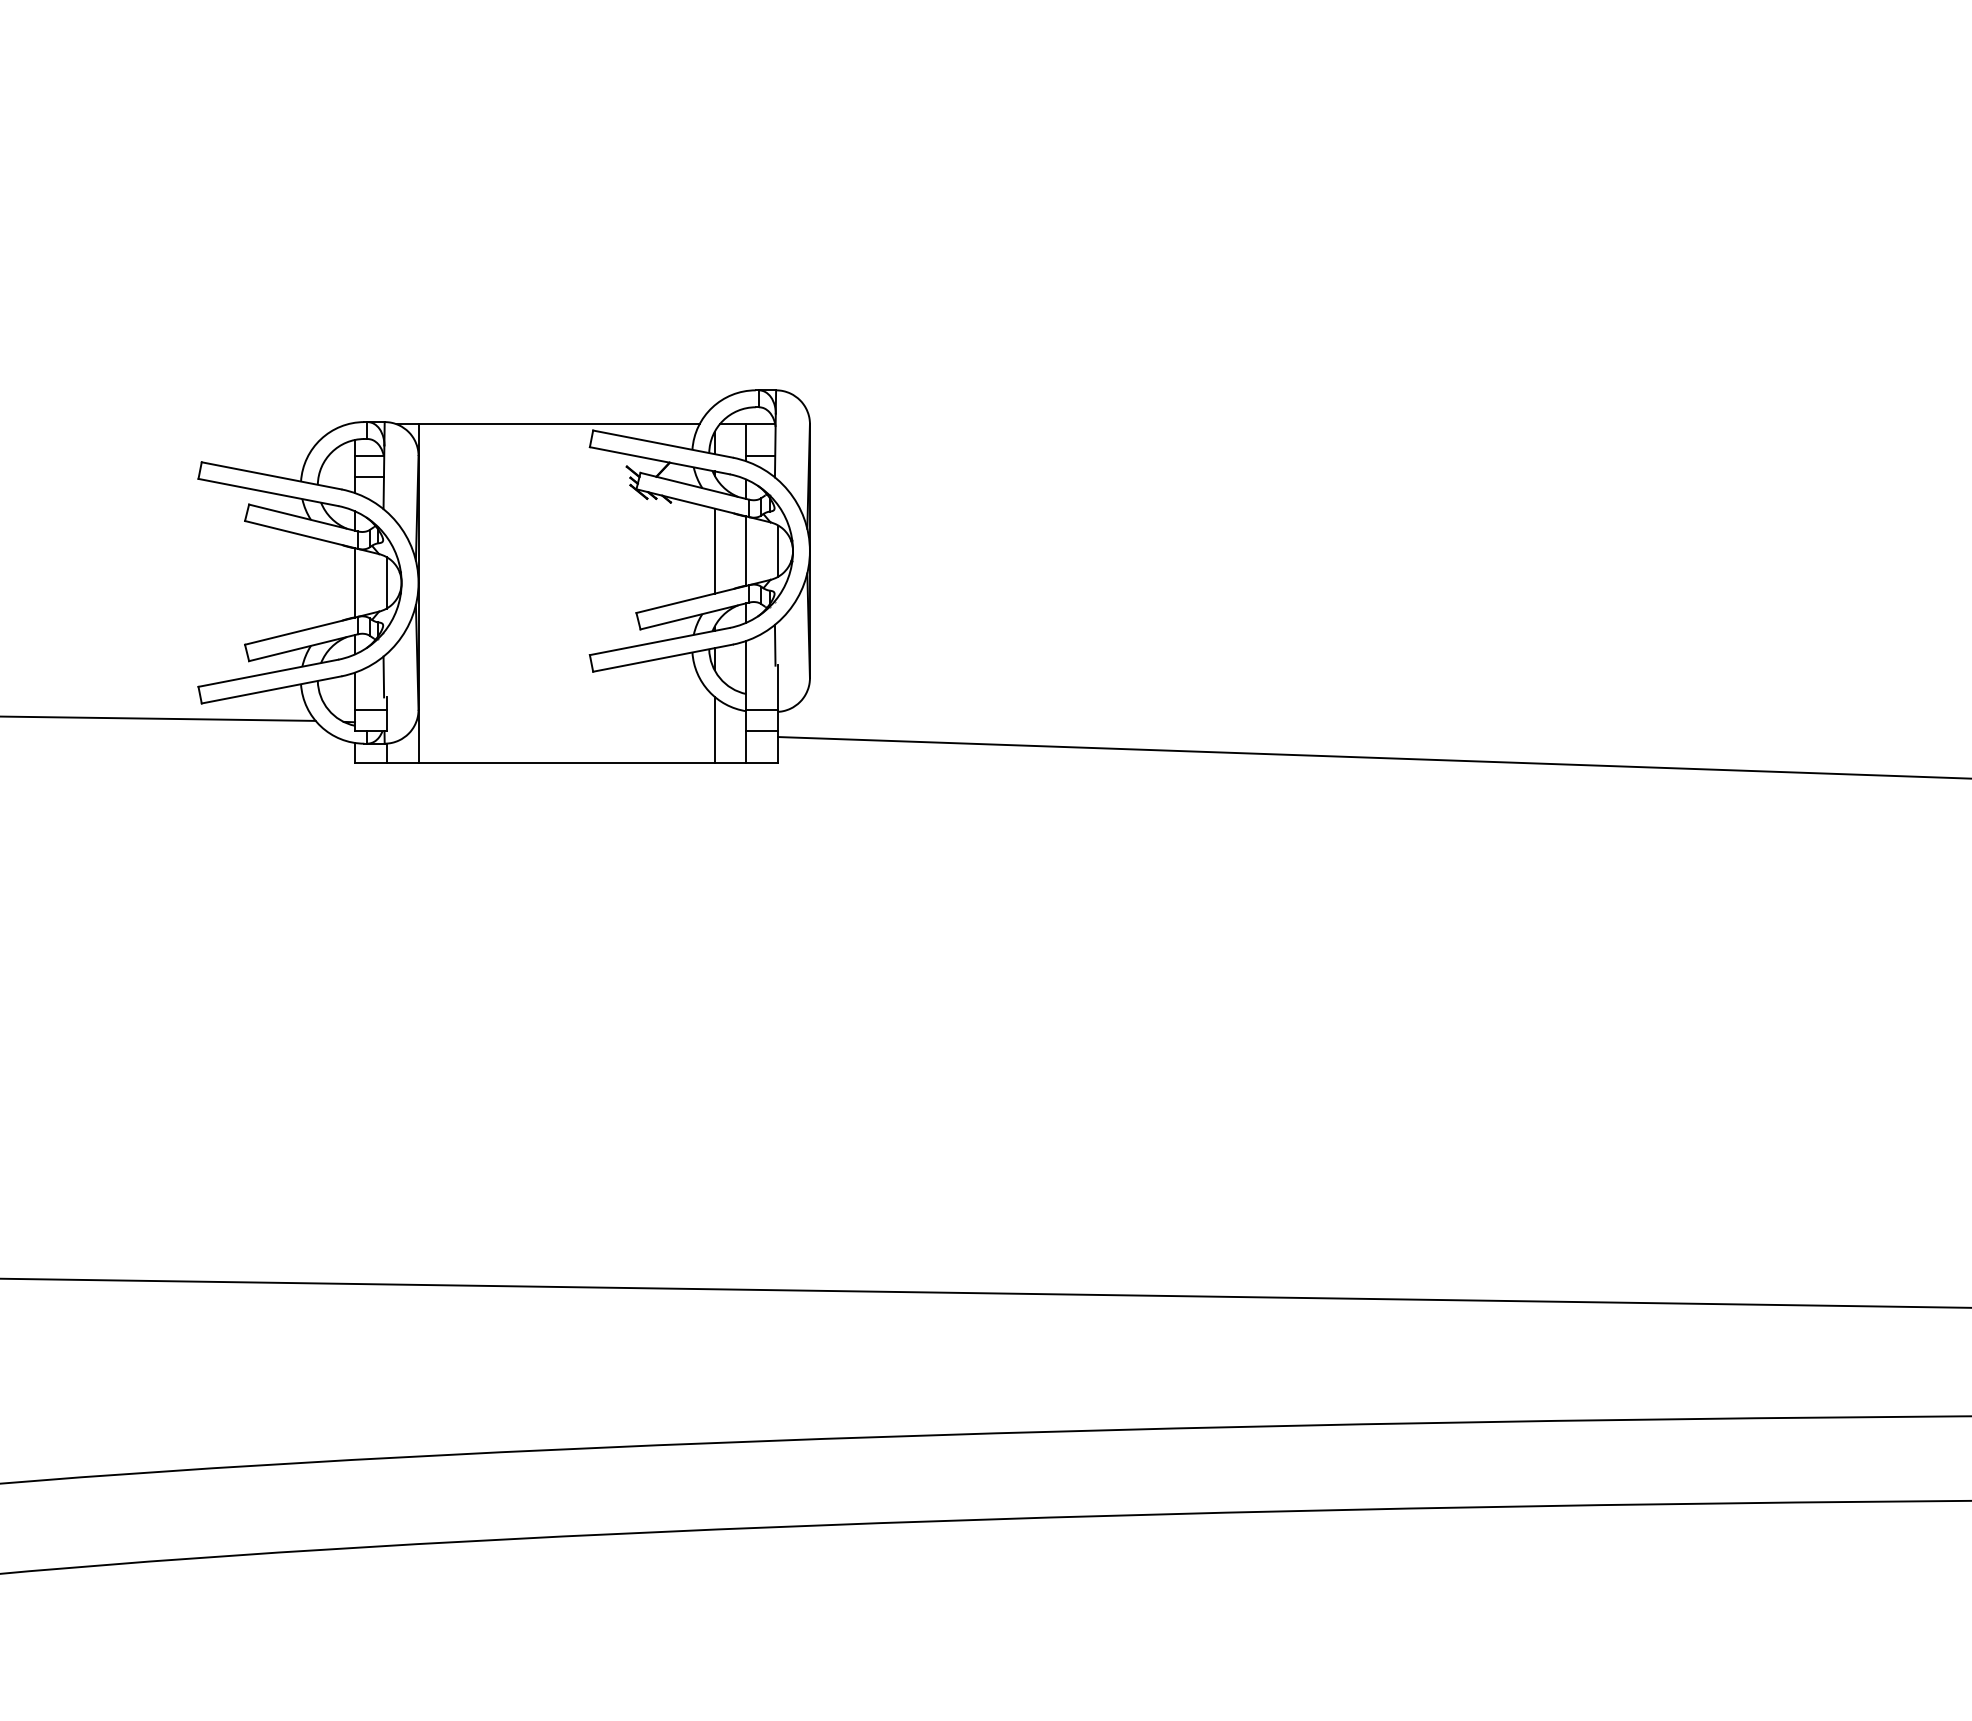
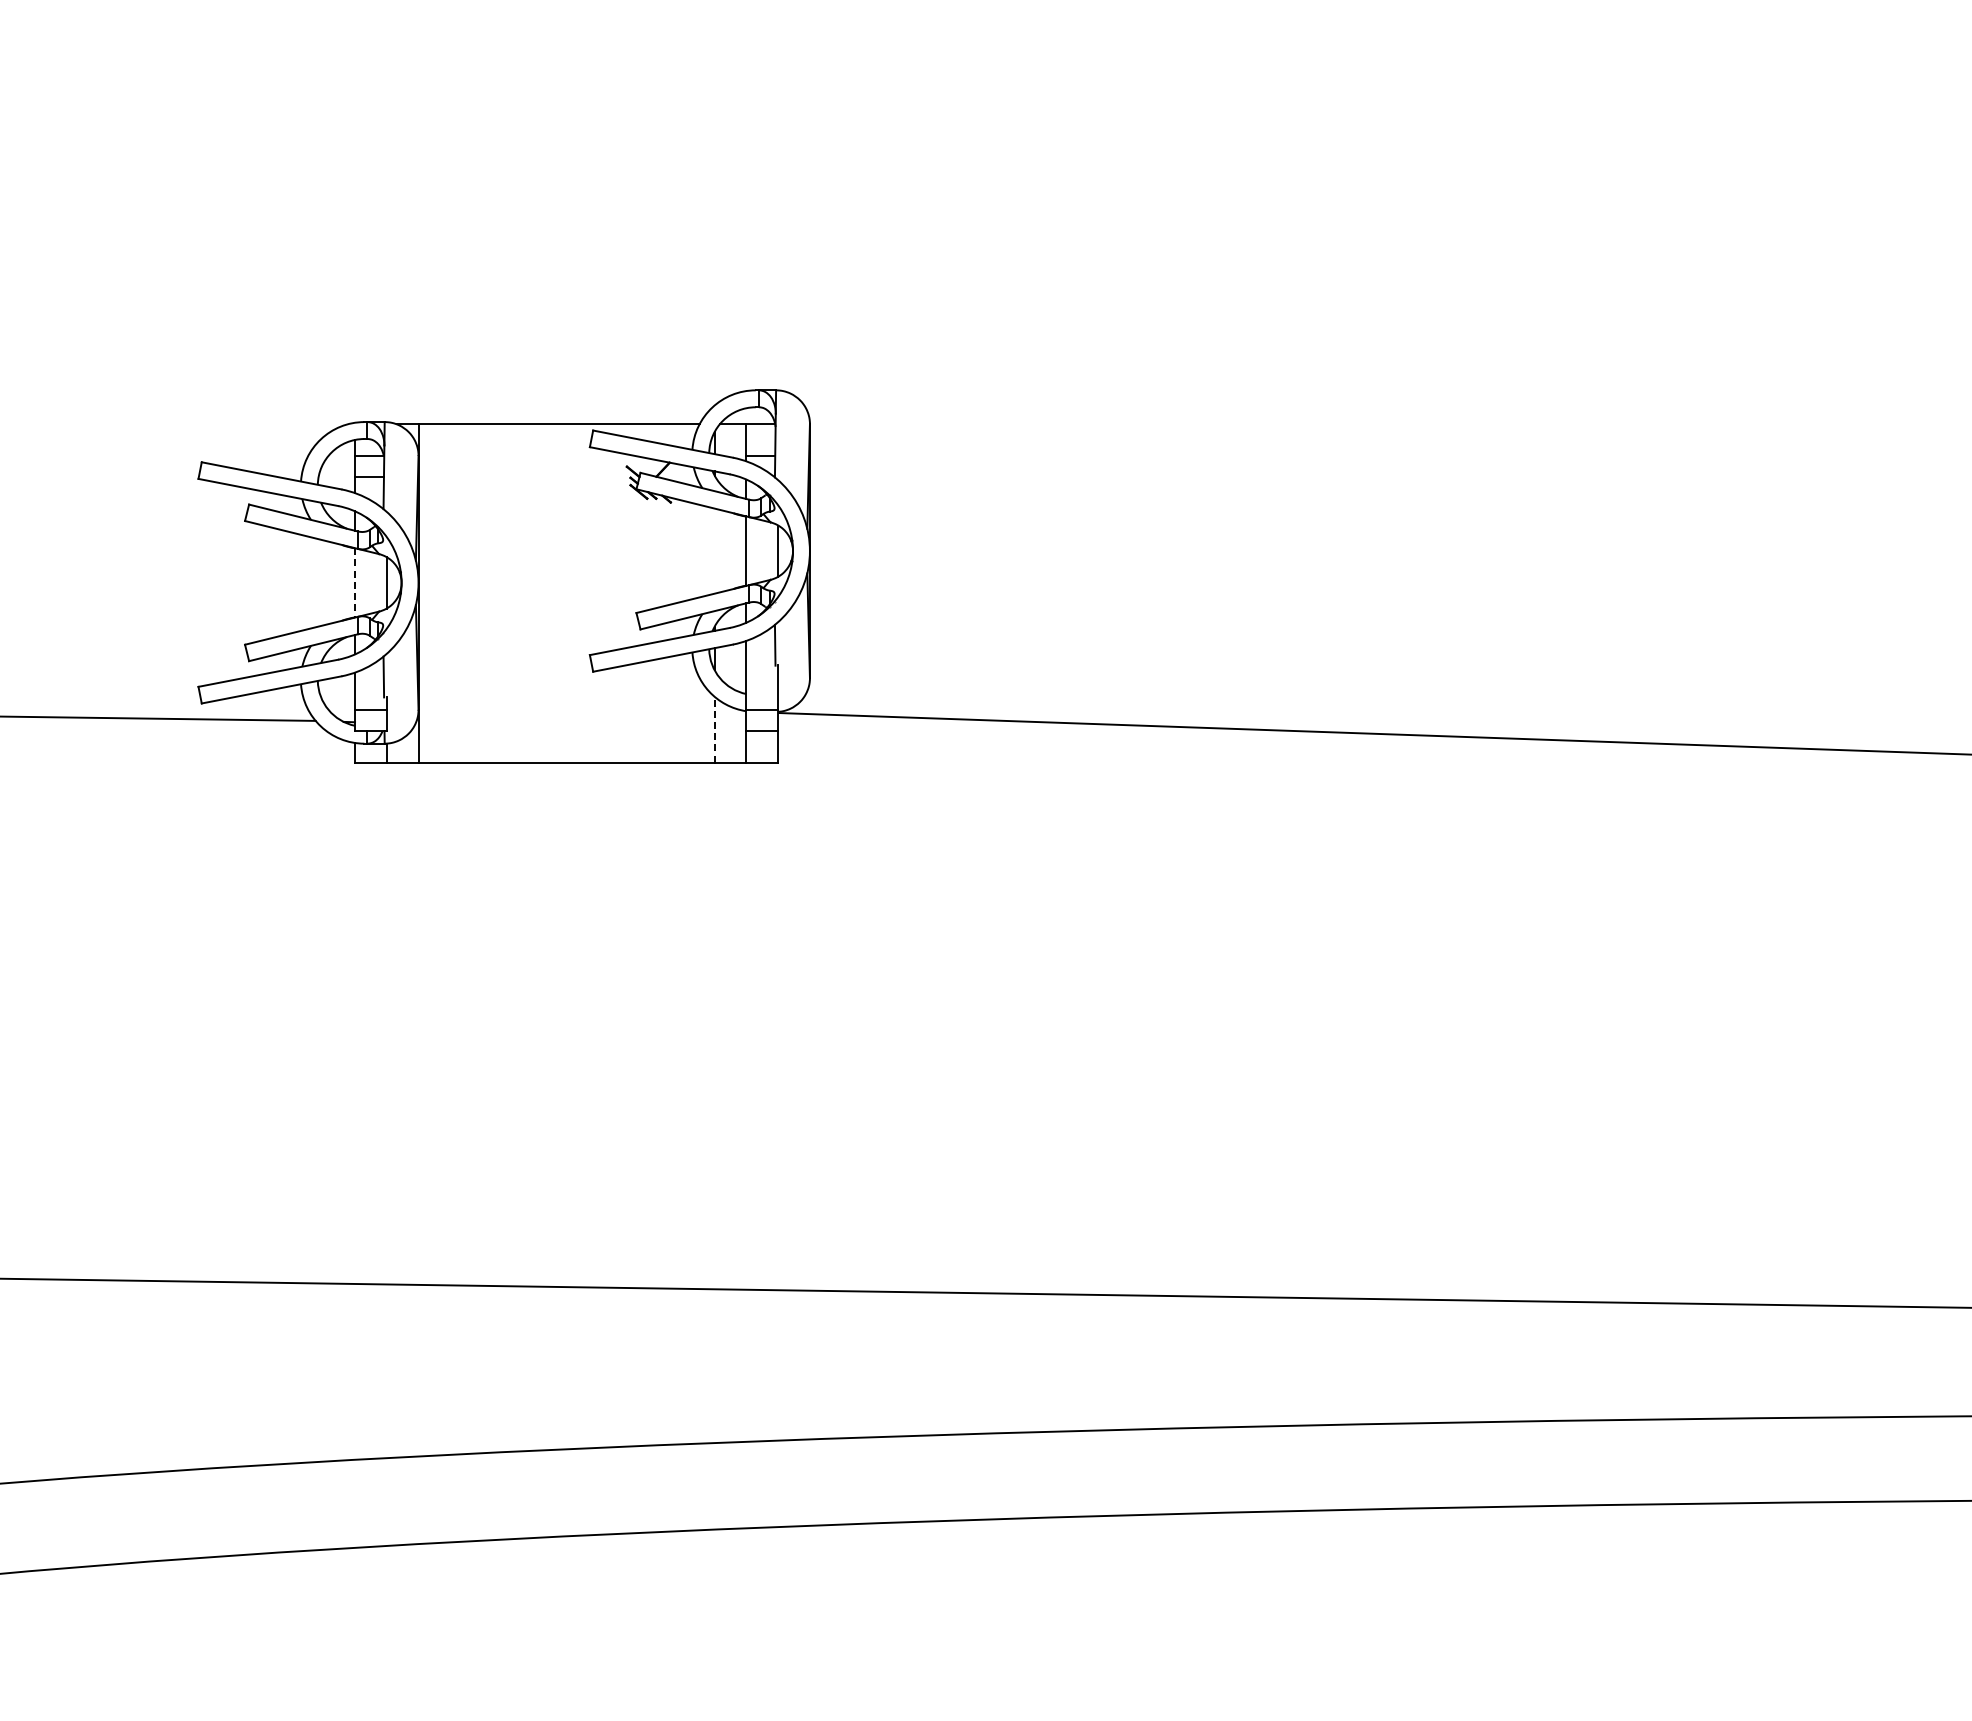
line at (714, 550): present -> none
line at (355, 582): solid -> dashed
line at (714, 729): solid -> dashed
line at (1373, 757) position: (1373, 757) -> (1373, 733)
